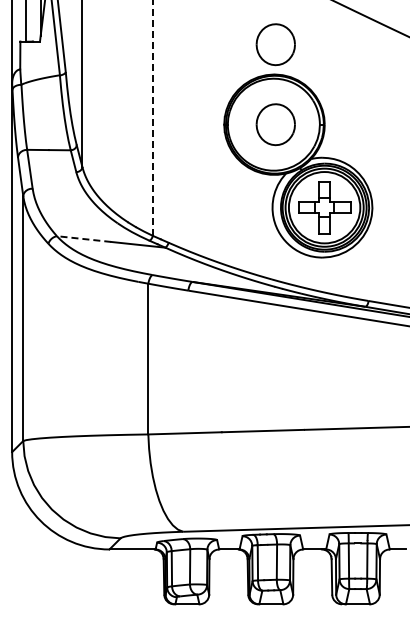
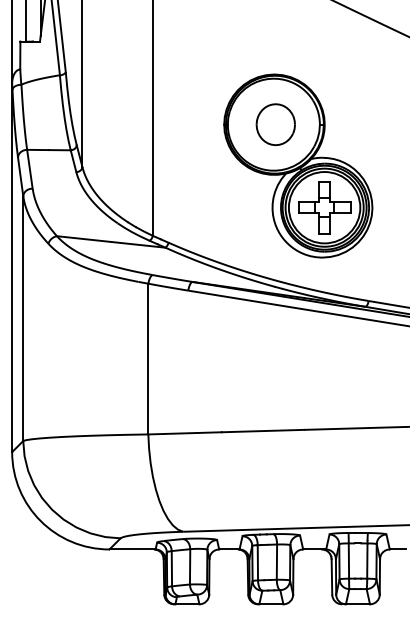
part at (275, 44): present -> none
line at (152, 117): dashed -> solid
line at (83, 239): dashed -> solid
